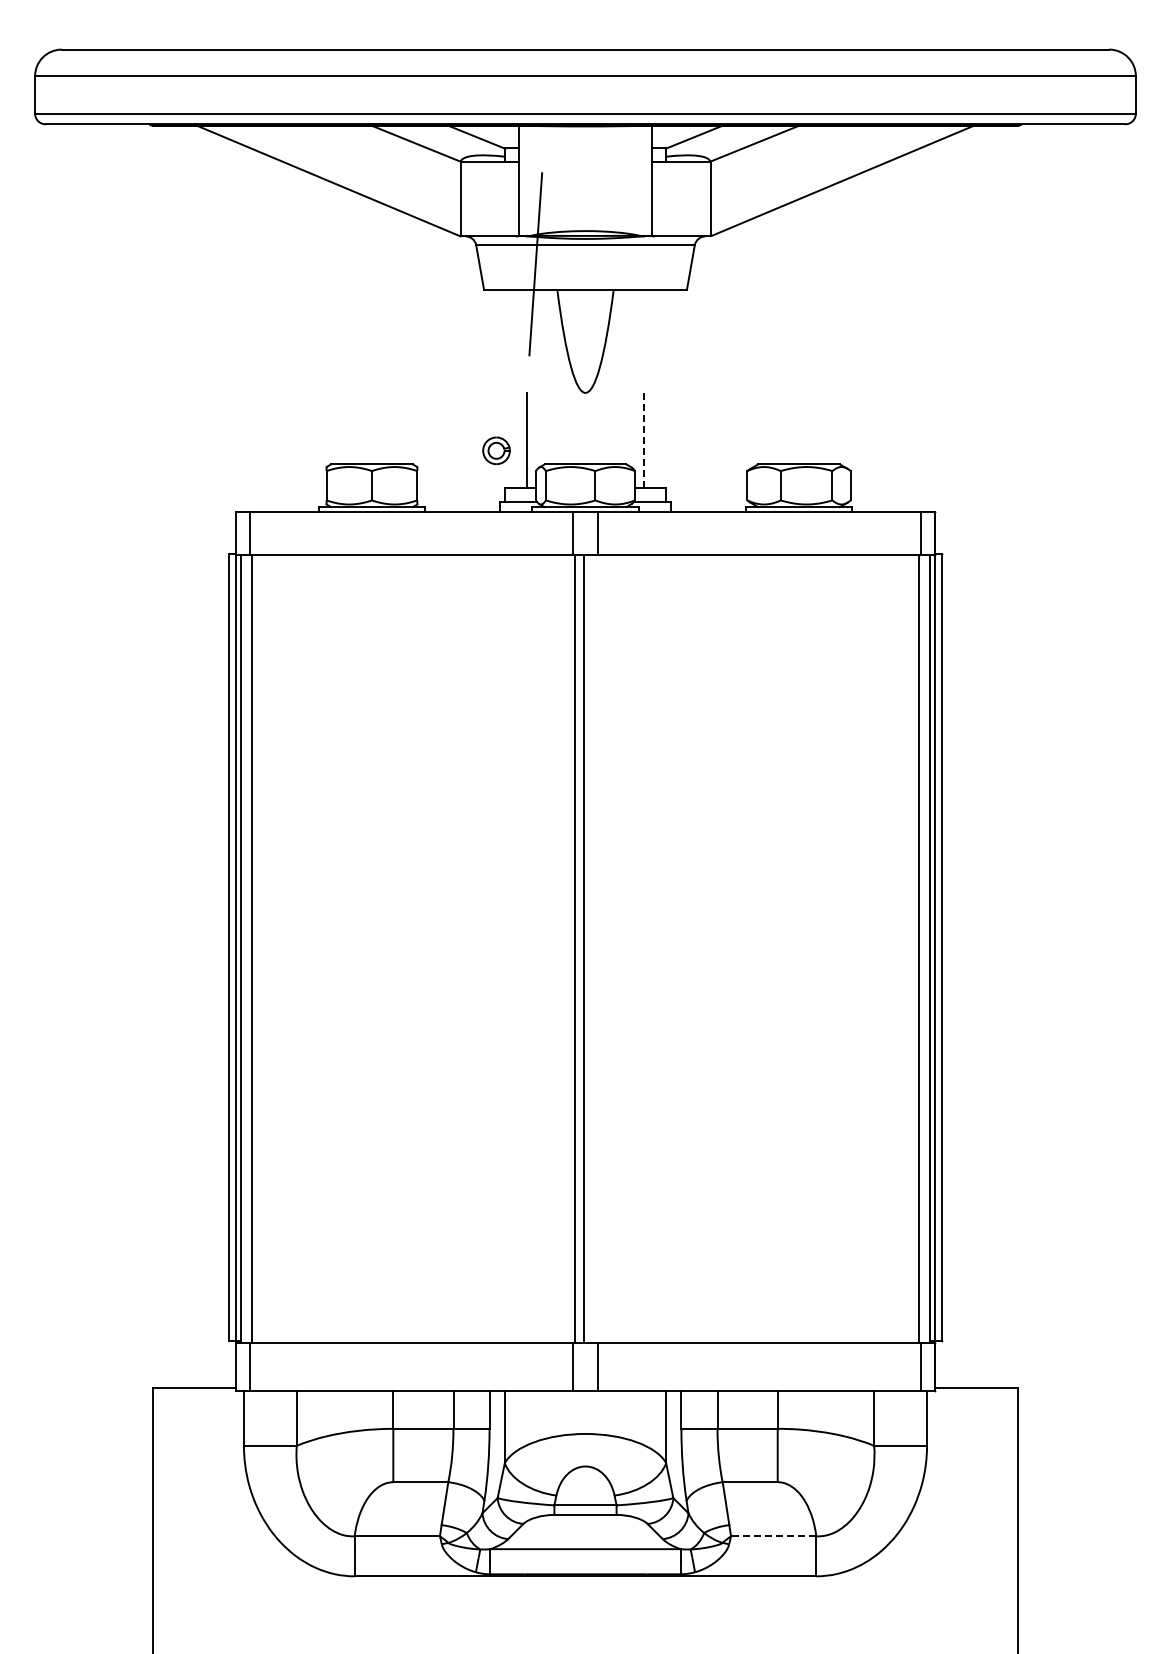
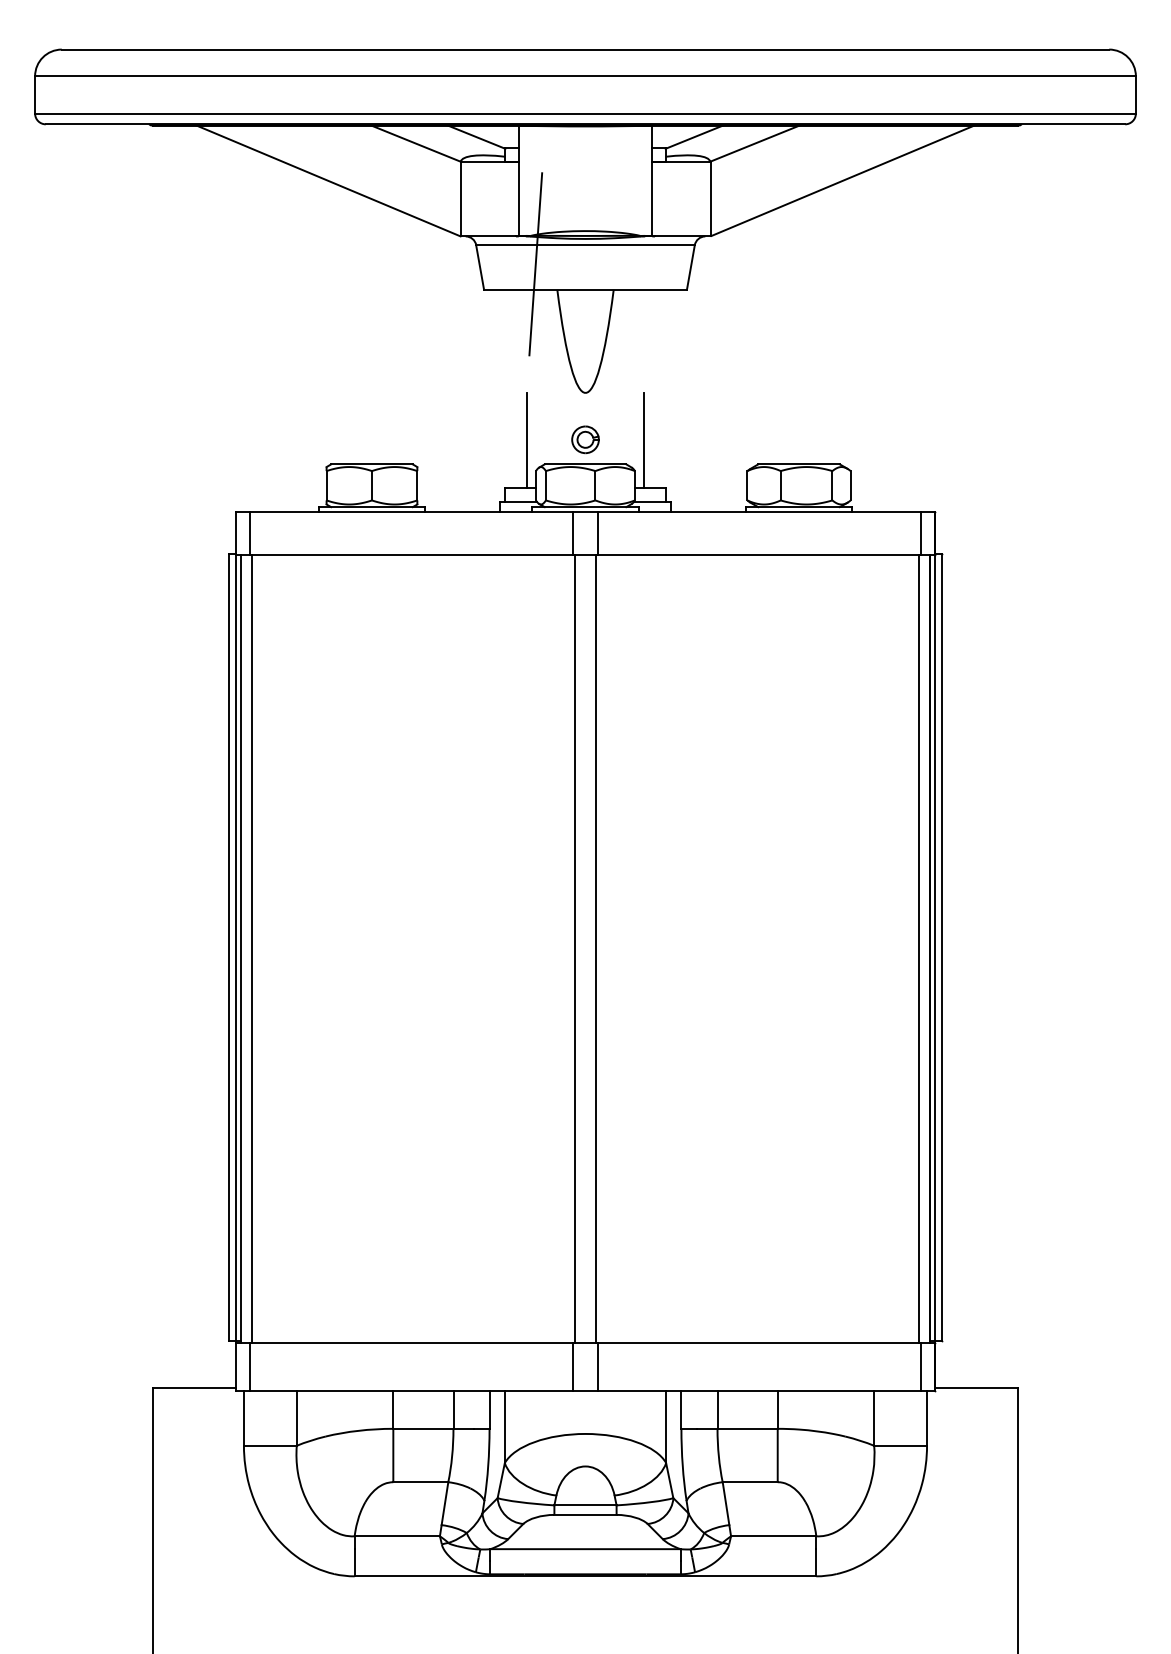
line at (644, 440): dashed -> solid
part at (496, 450) position: (496, 450) -> (585, 439)
line at (583, 948) position: (583, 948) -> (595, 948)
line at (773, 1536): dashed -> solid
